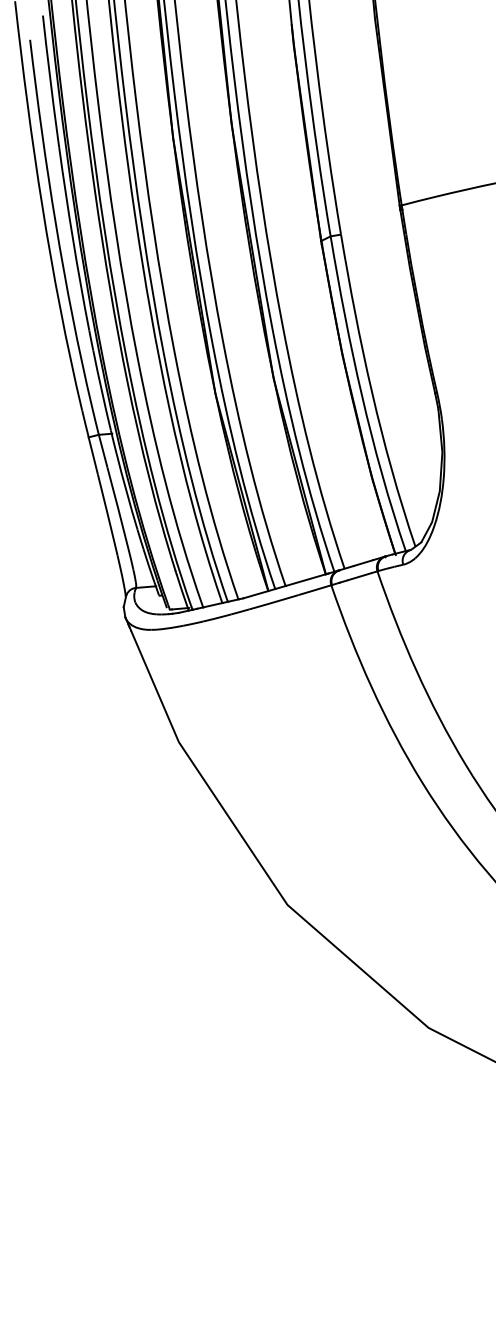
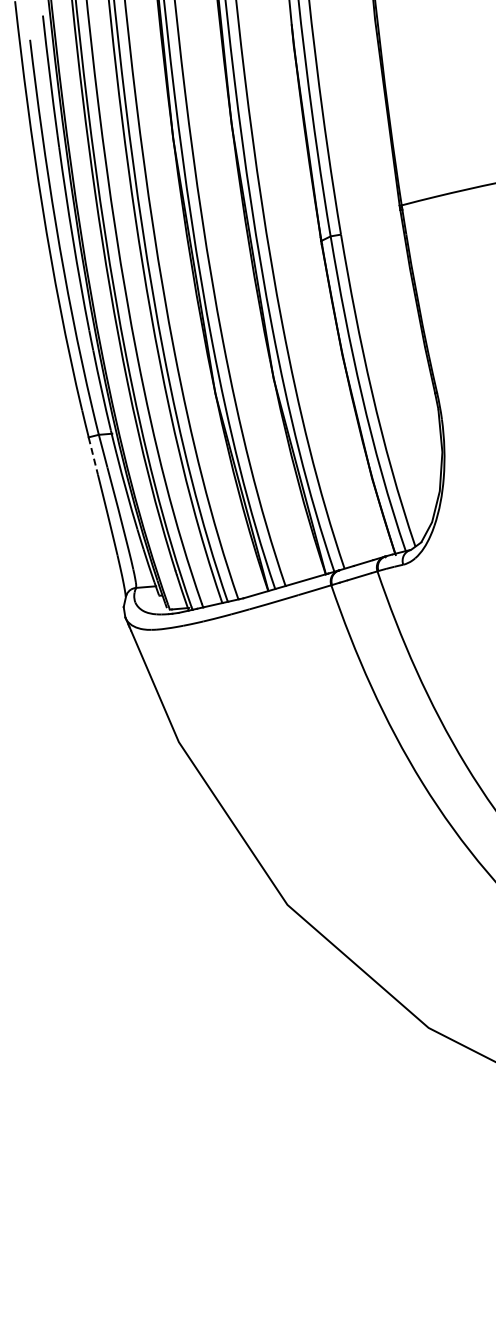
line at (93, 455): solid -> dashed
